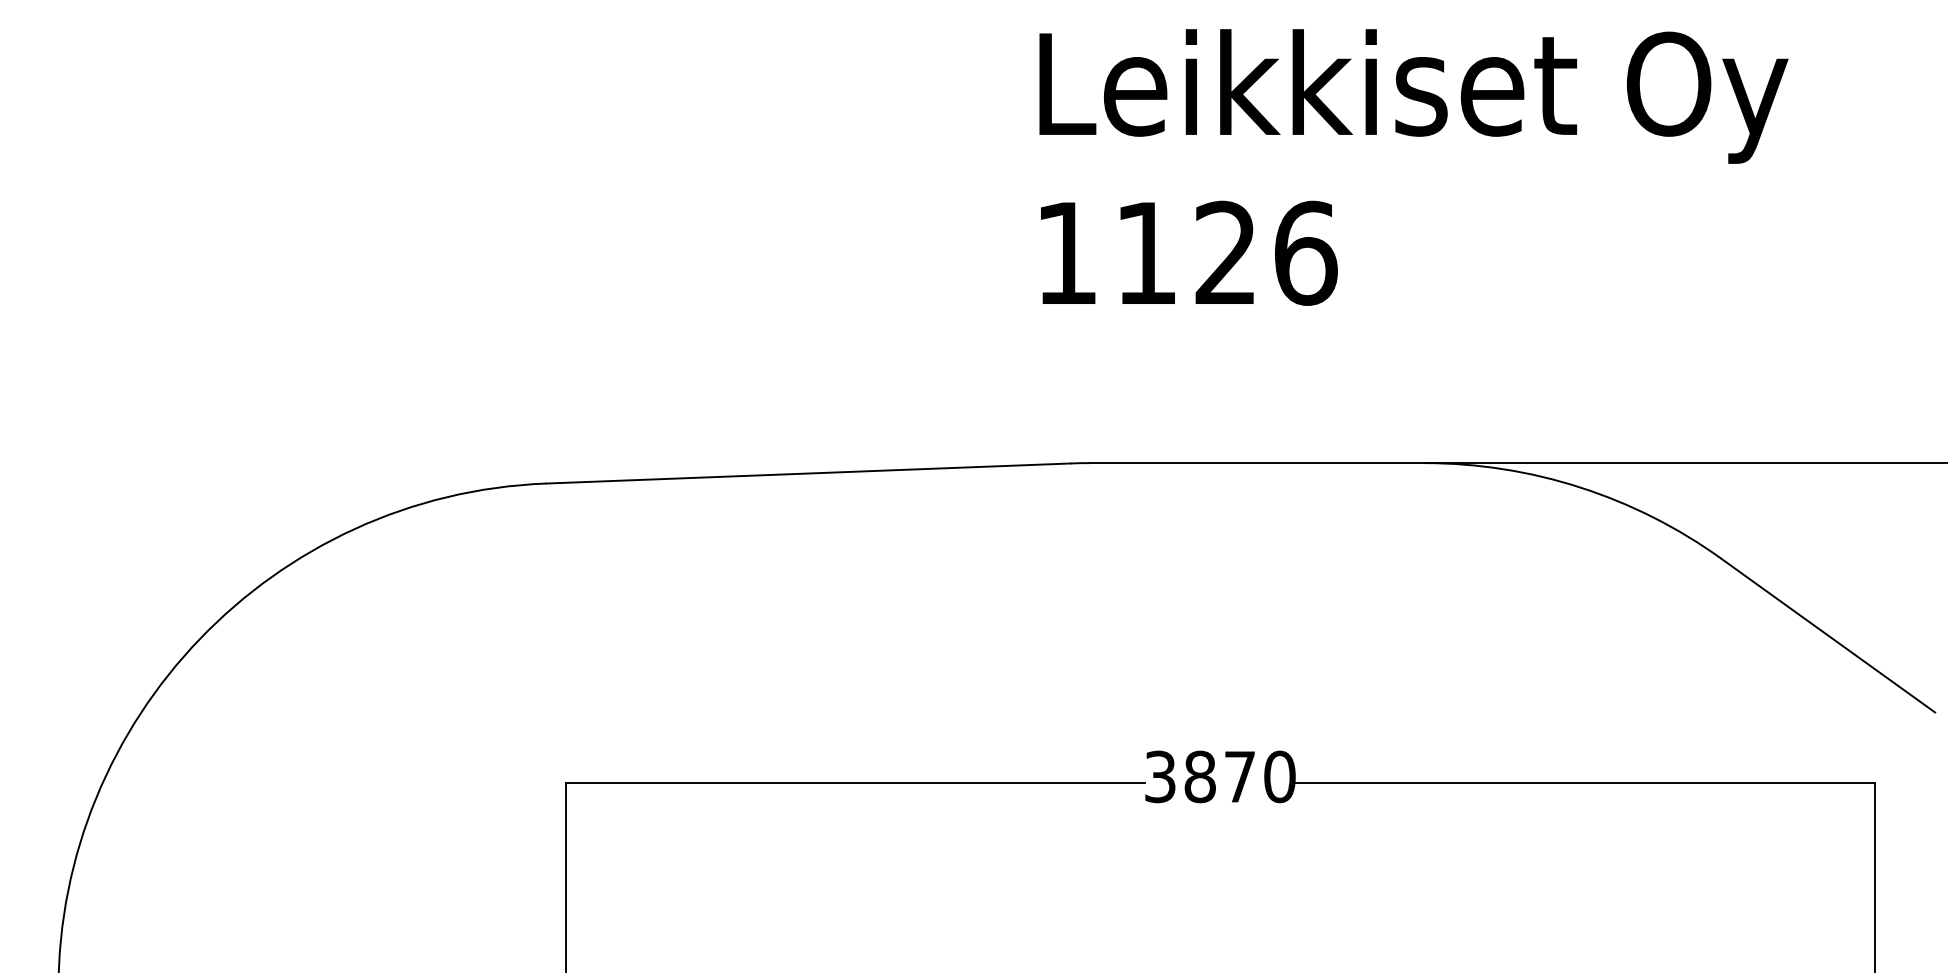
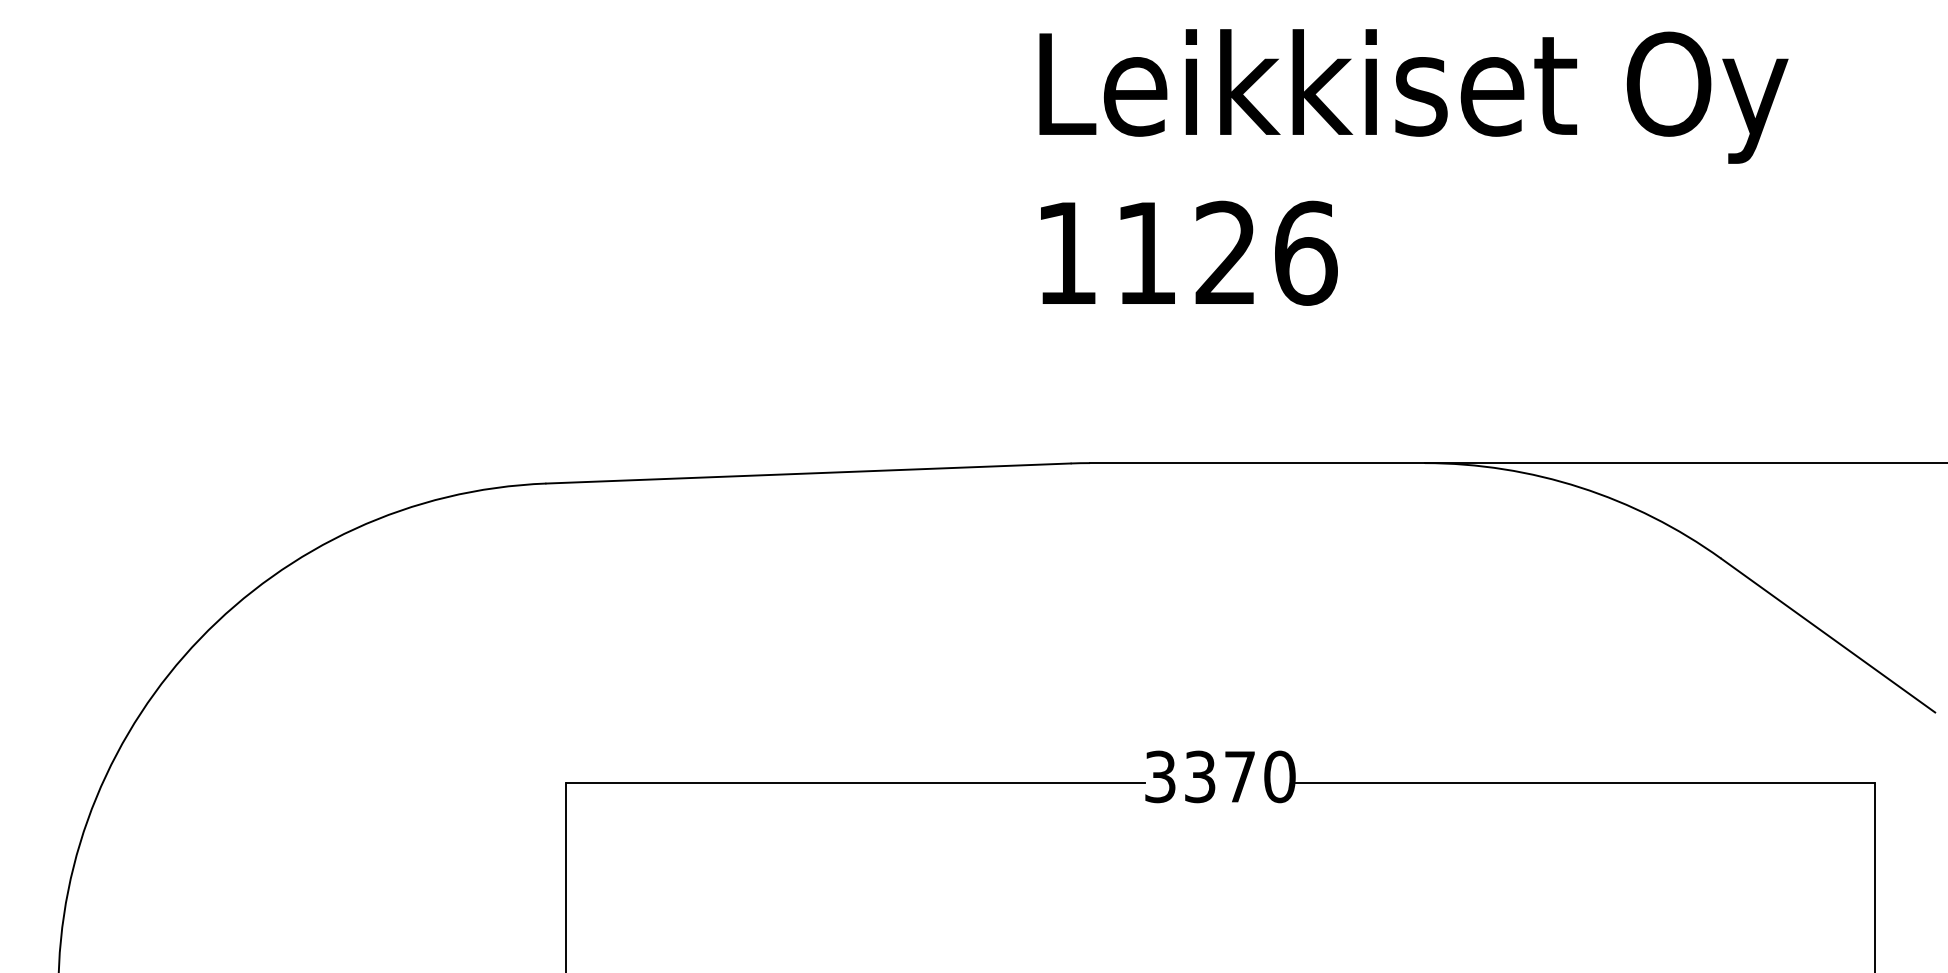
text at (1199, 776): 3870 -> 3370
